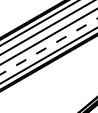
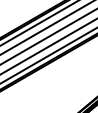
line at (48, 46): dashed -> solid
